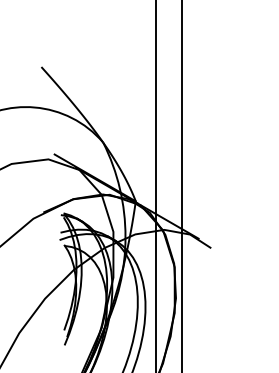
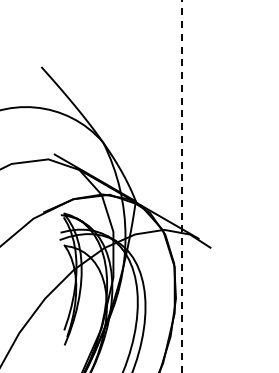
line at (155, 185): present -> none
line at (182, 186): solid -> dashed
